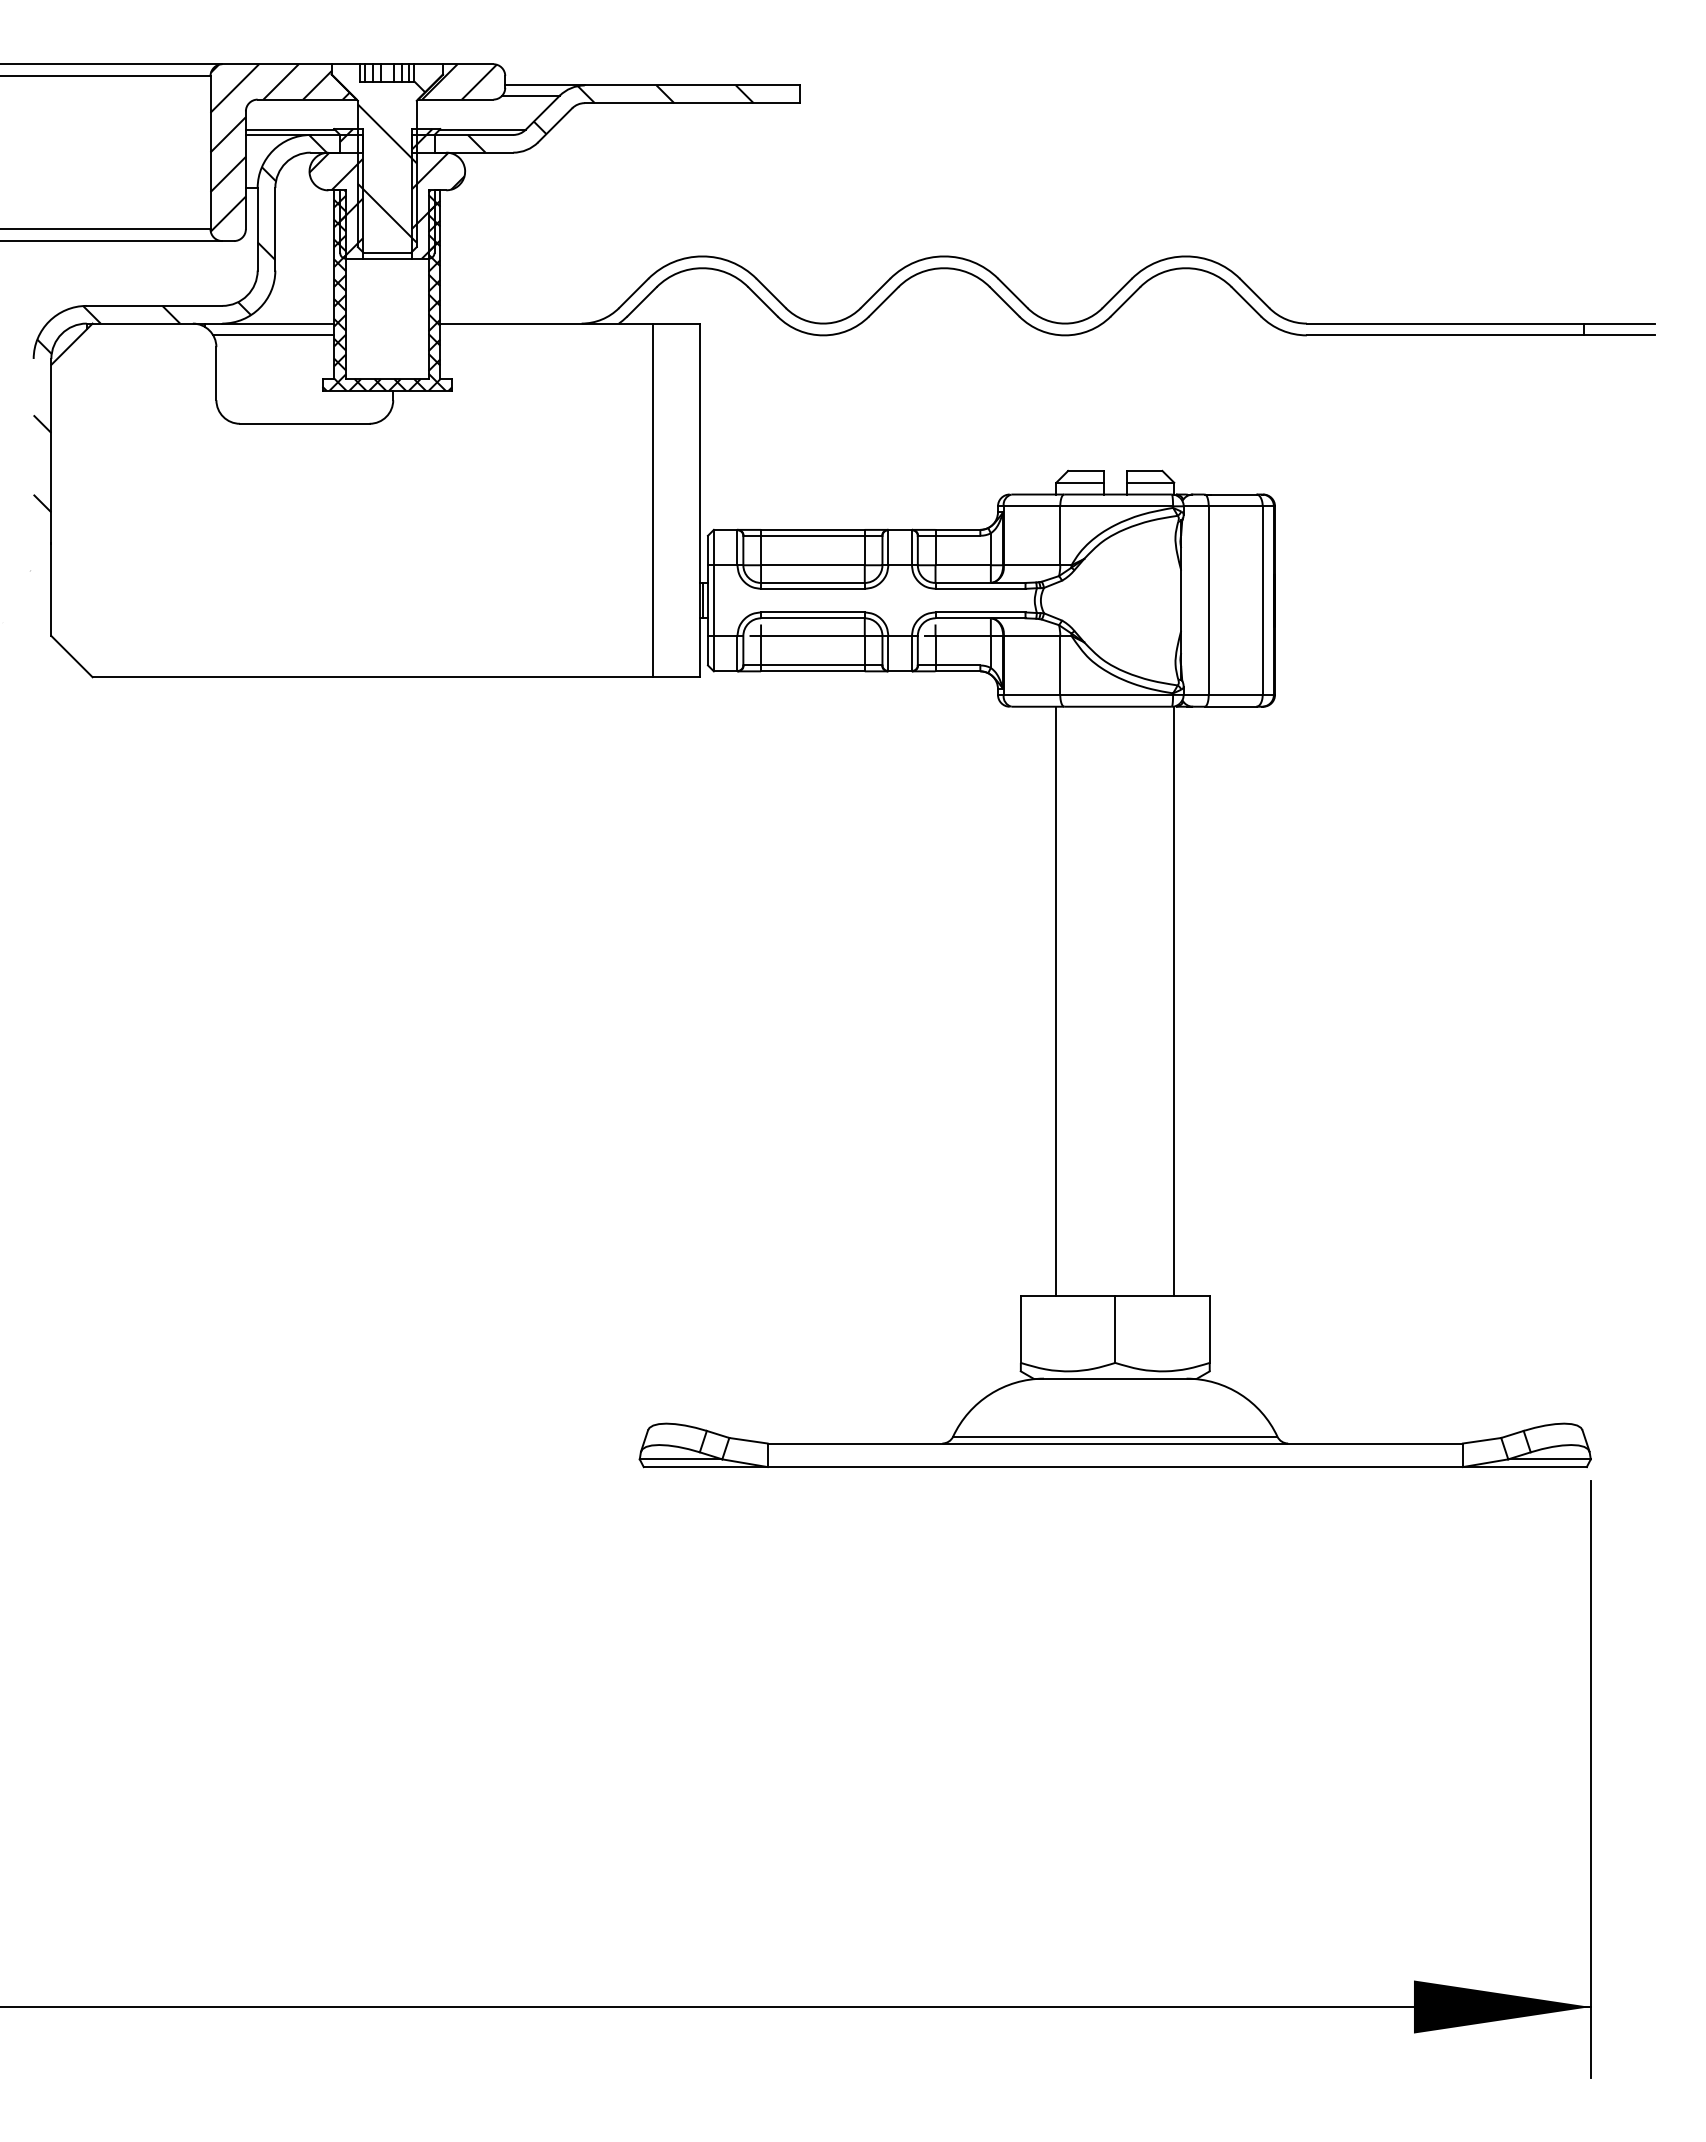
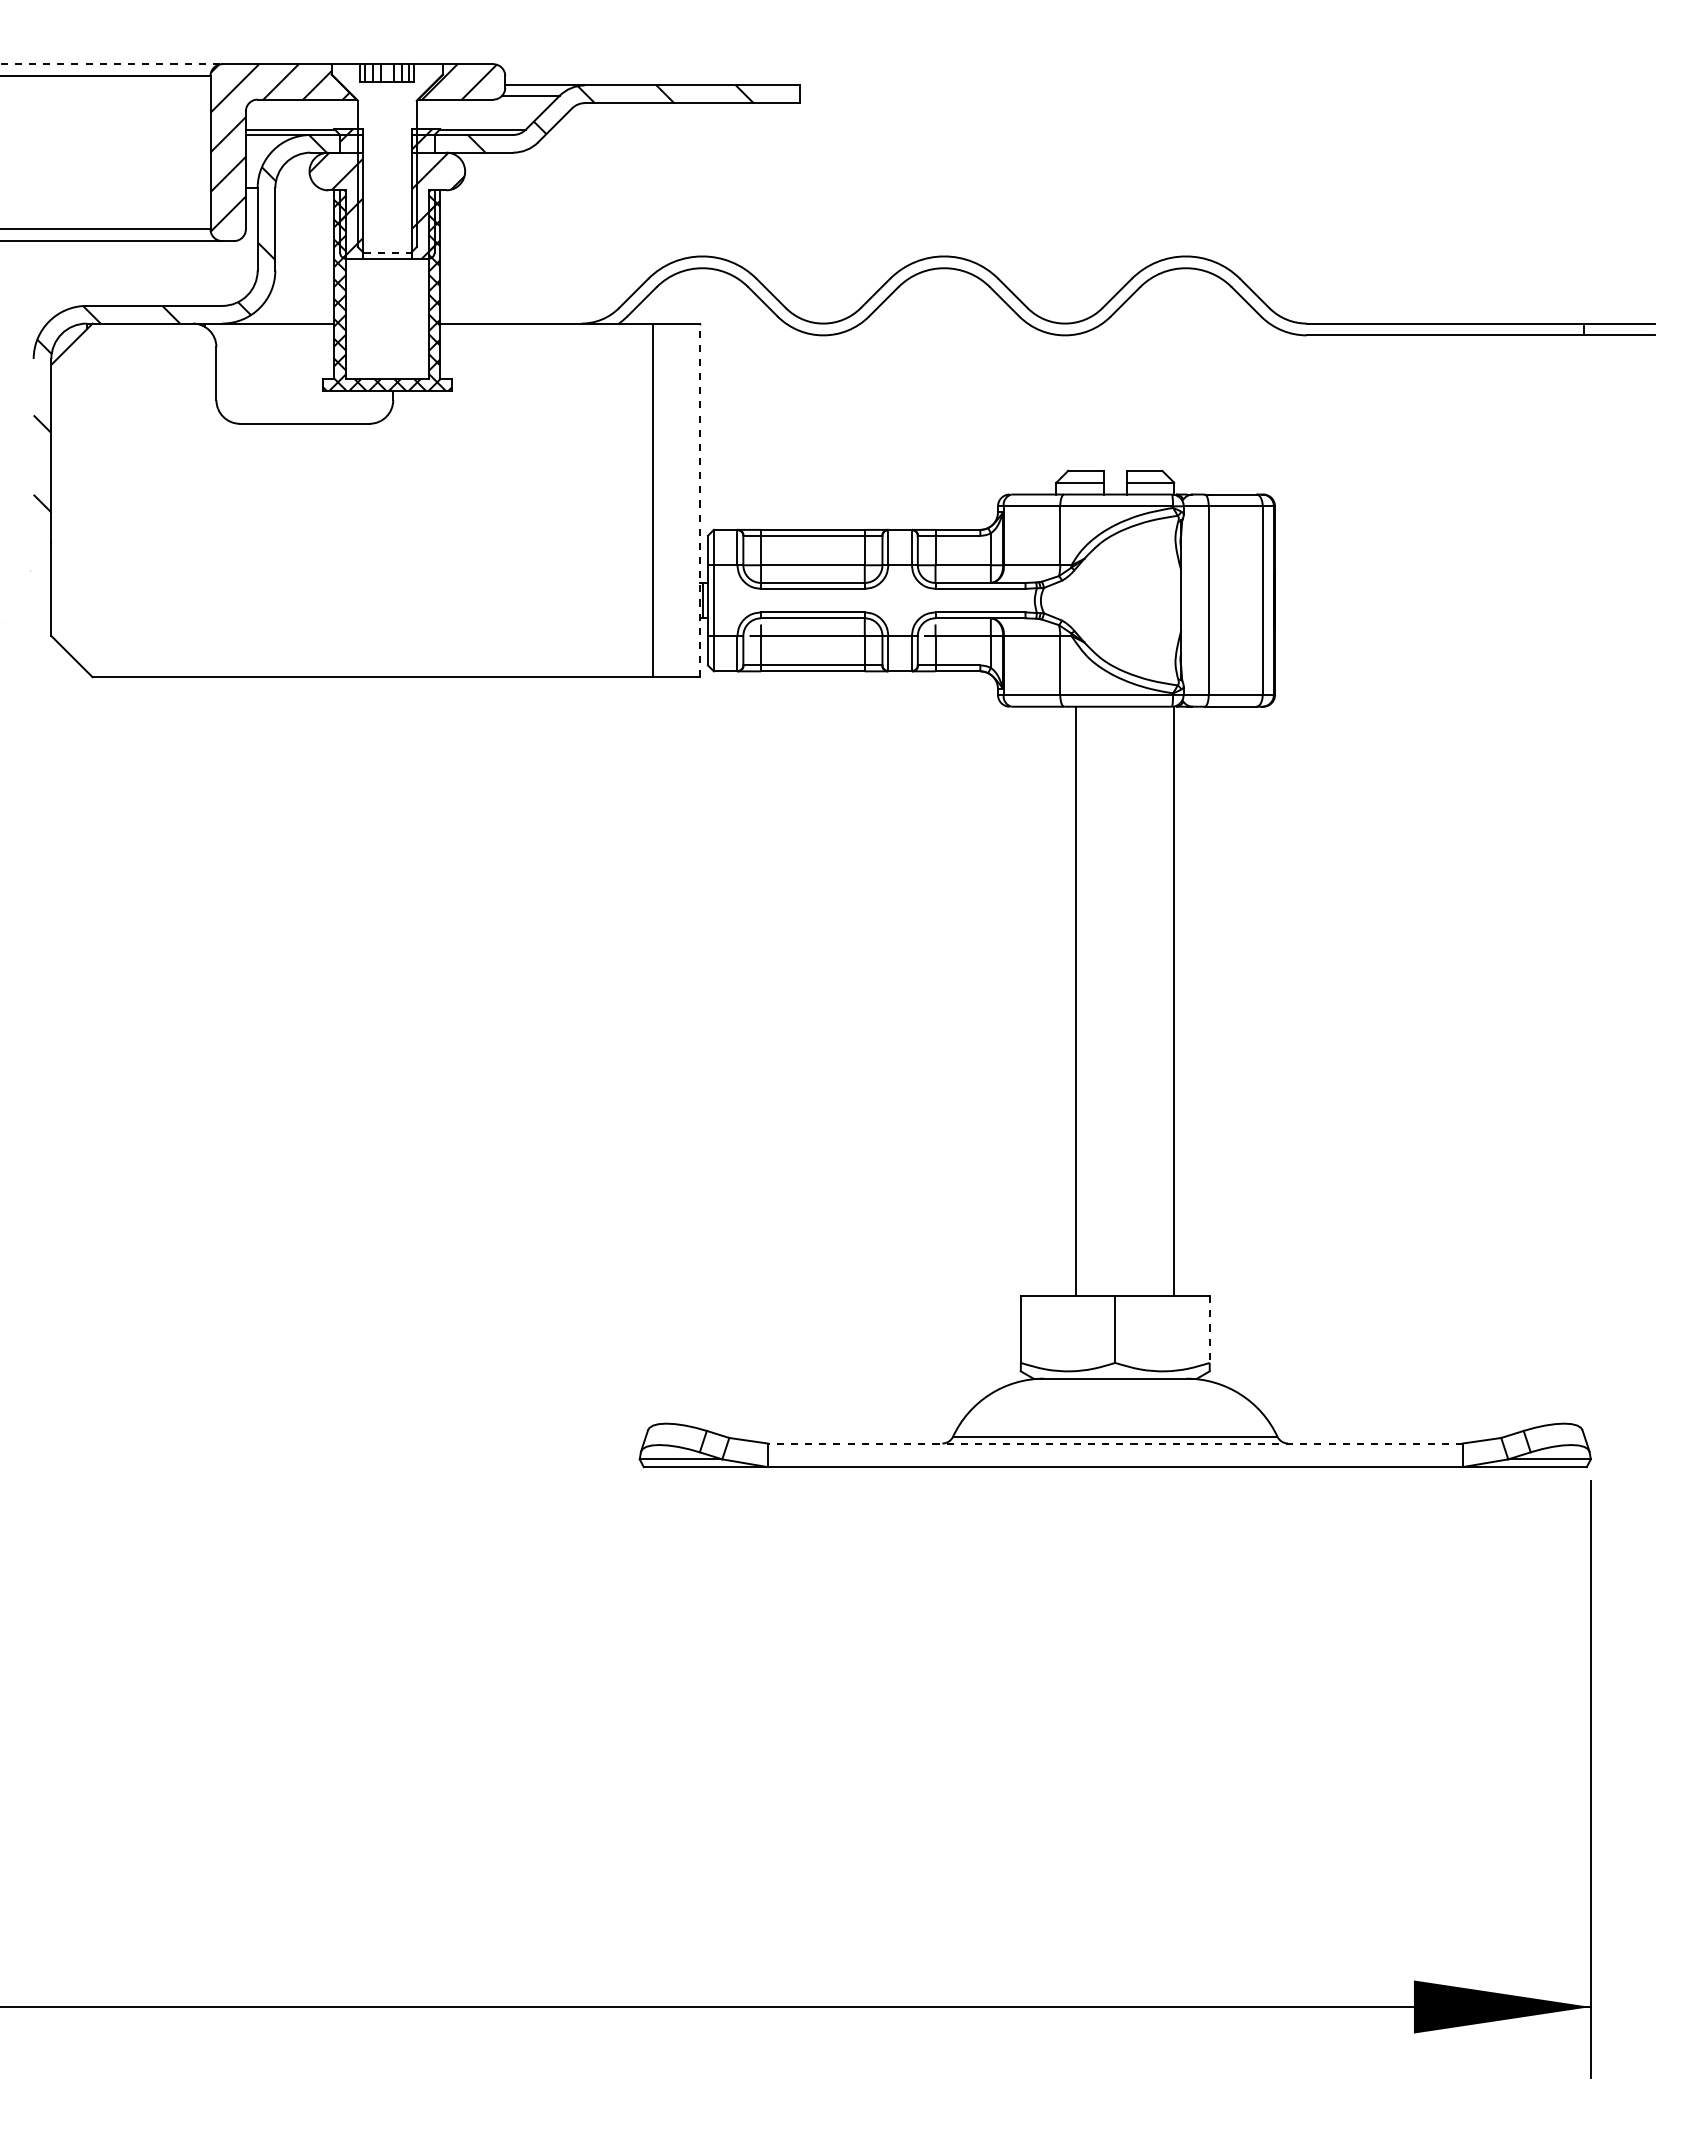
line at (111, 64): solid -> dashed
hatch at (391, 161): present -> none
line at (387, 252): solid -> dashed
line at (273, 335): present -> none
line at (699, 500): solid -> dashed
line at (1056, 1001) position: (1056, 1001) -> (1076, 1001)
line at (1209, 1330): solid -> dashed
line at (1115, 1443): solid -> dashed
